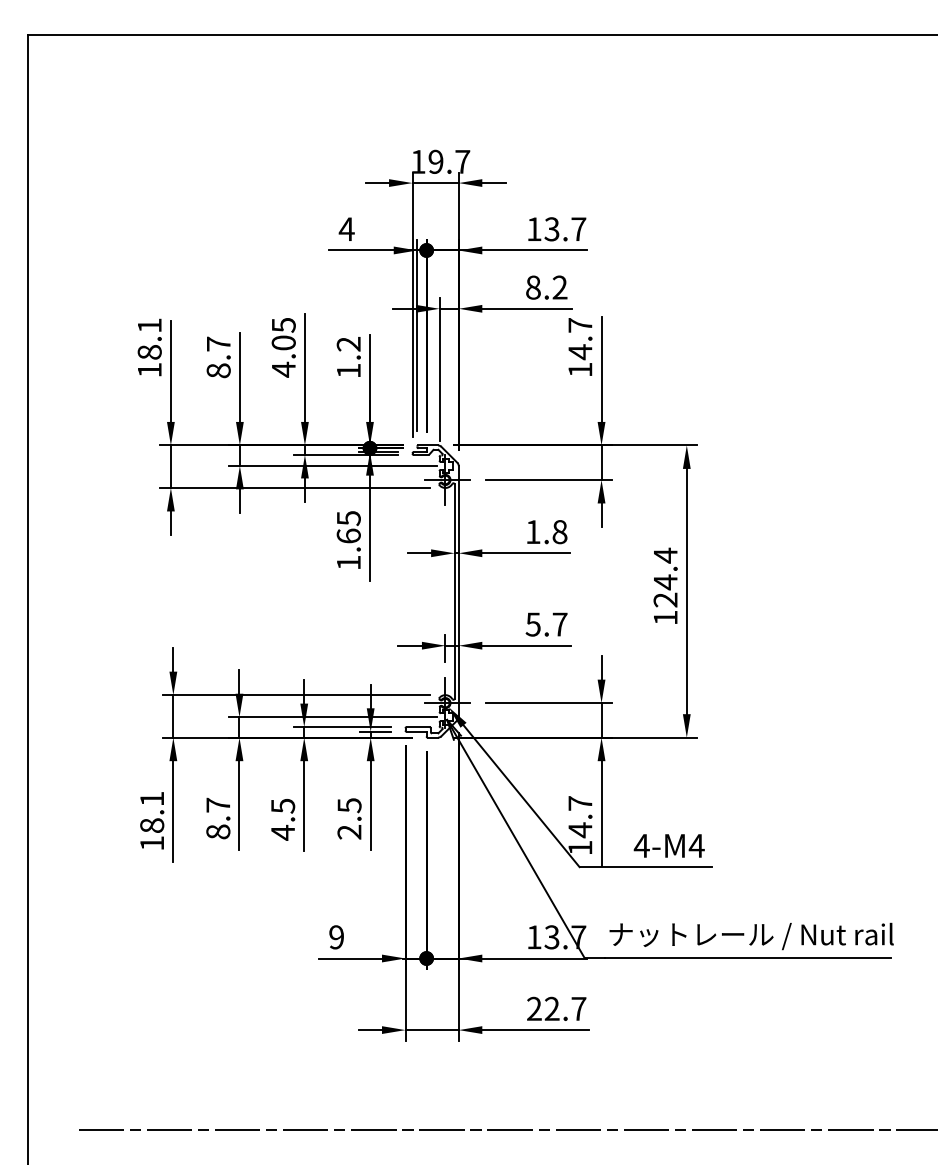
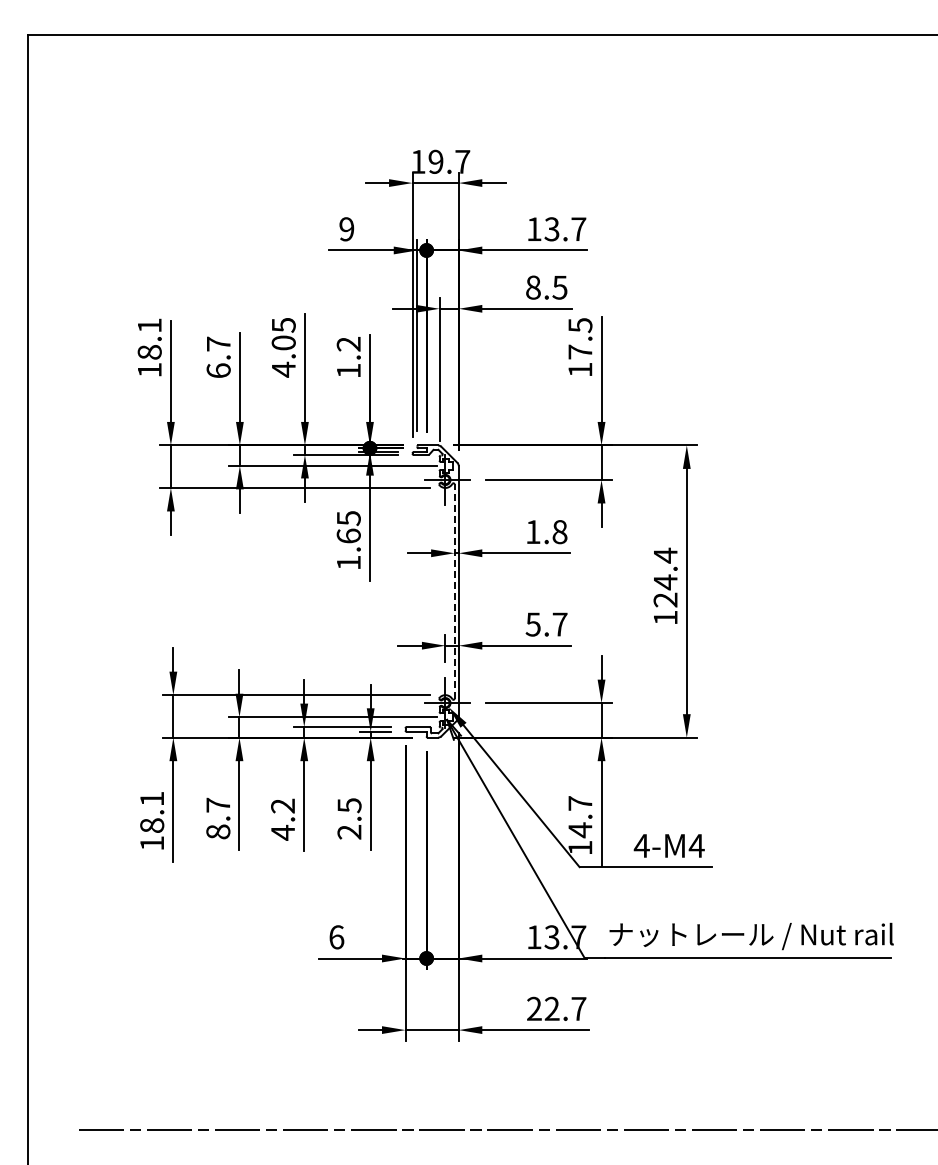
text at (346, 229): 4 -> 9
text at (559, 287): 8.2 -> 8.5
text at (580, 339): 14.7 -> 17.5
text at (218, 370): 8.7 -> 6.7
line at (454, 591): solid -> dashed
text at (283, 805): 4.5 -> 4.2
text at (336, 937): 9 -> 6
